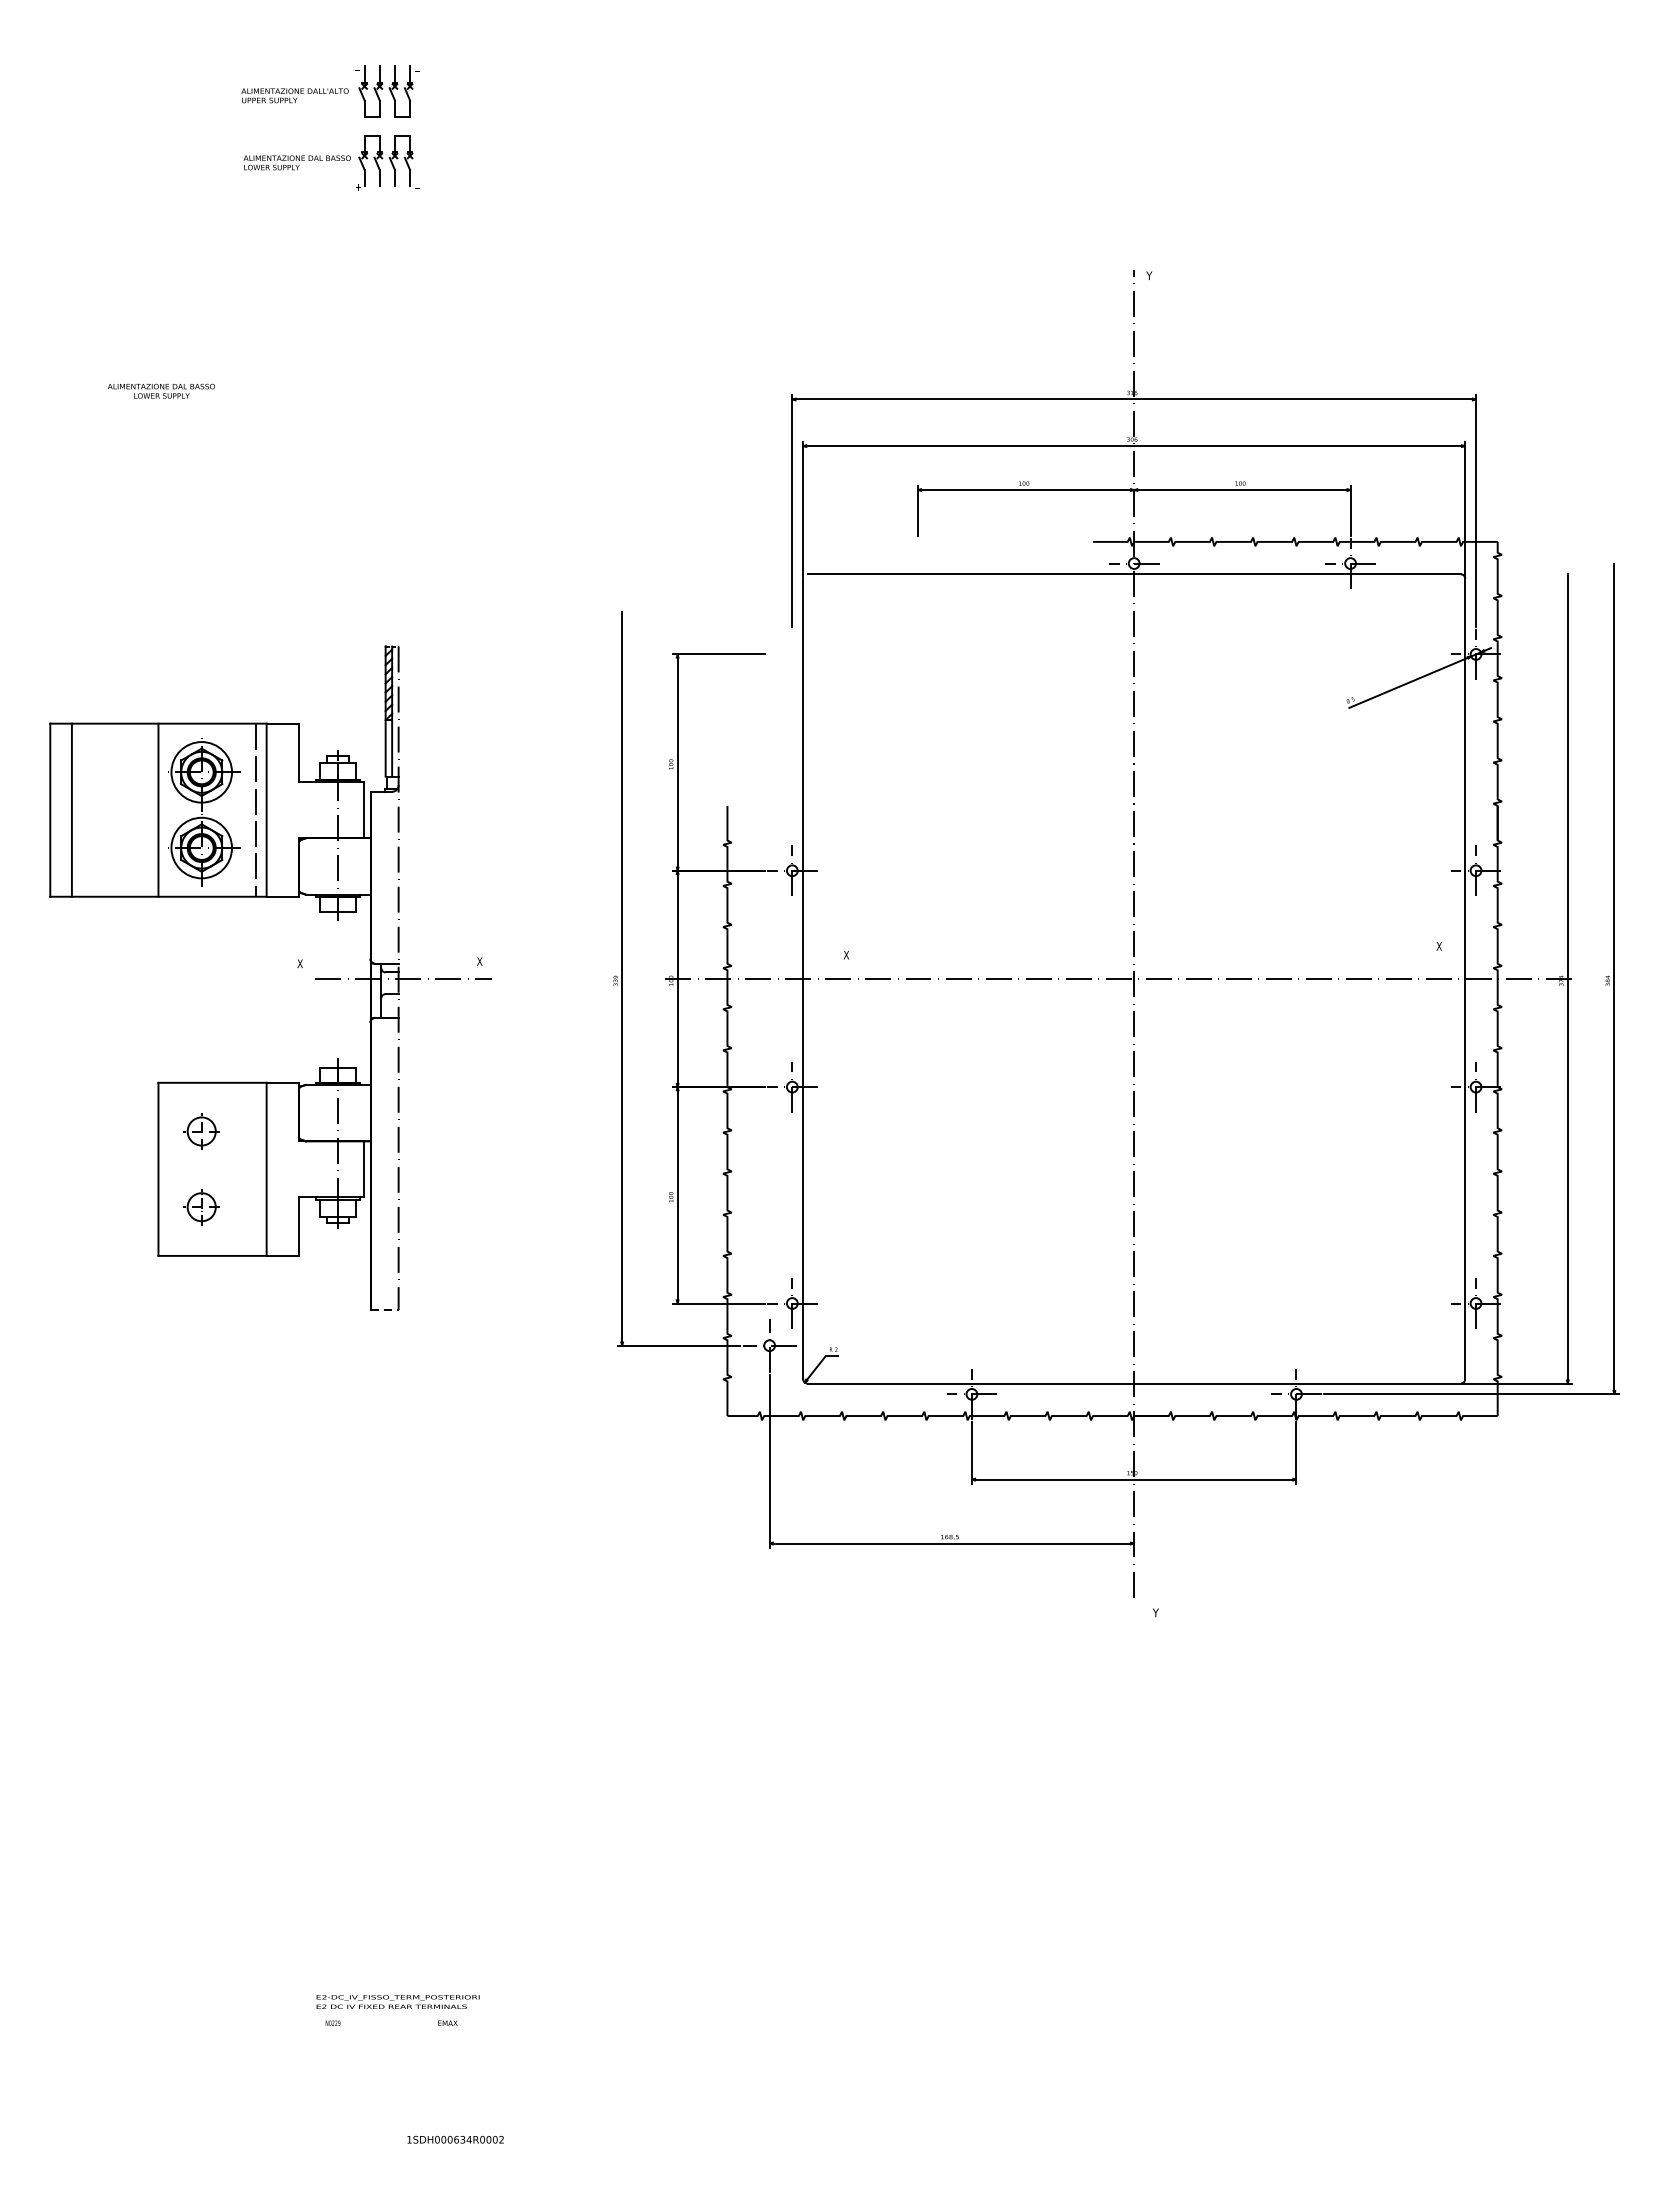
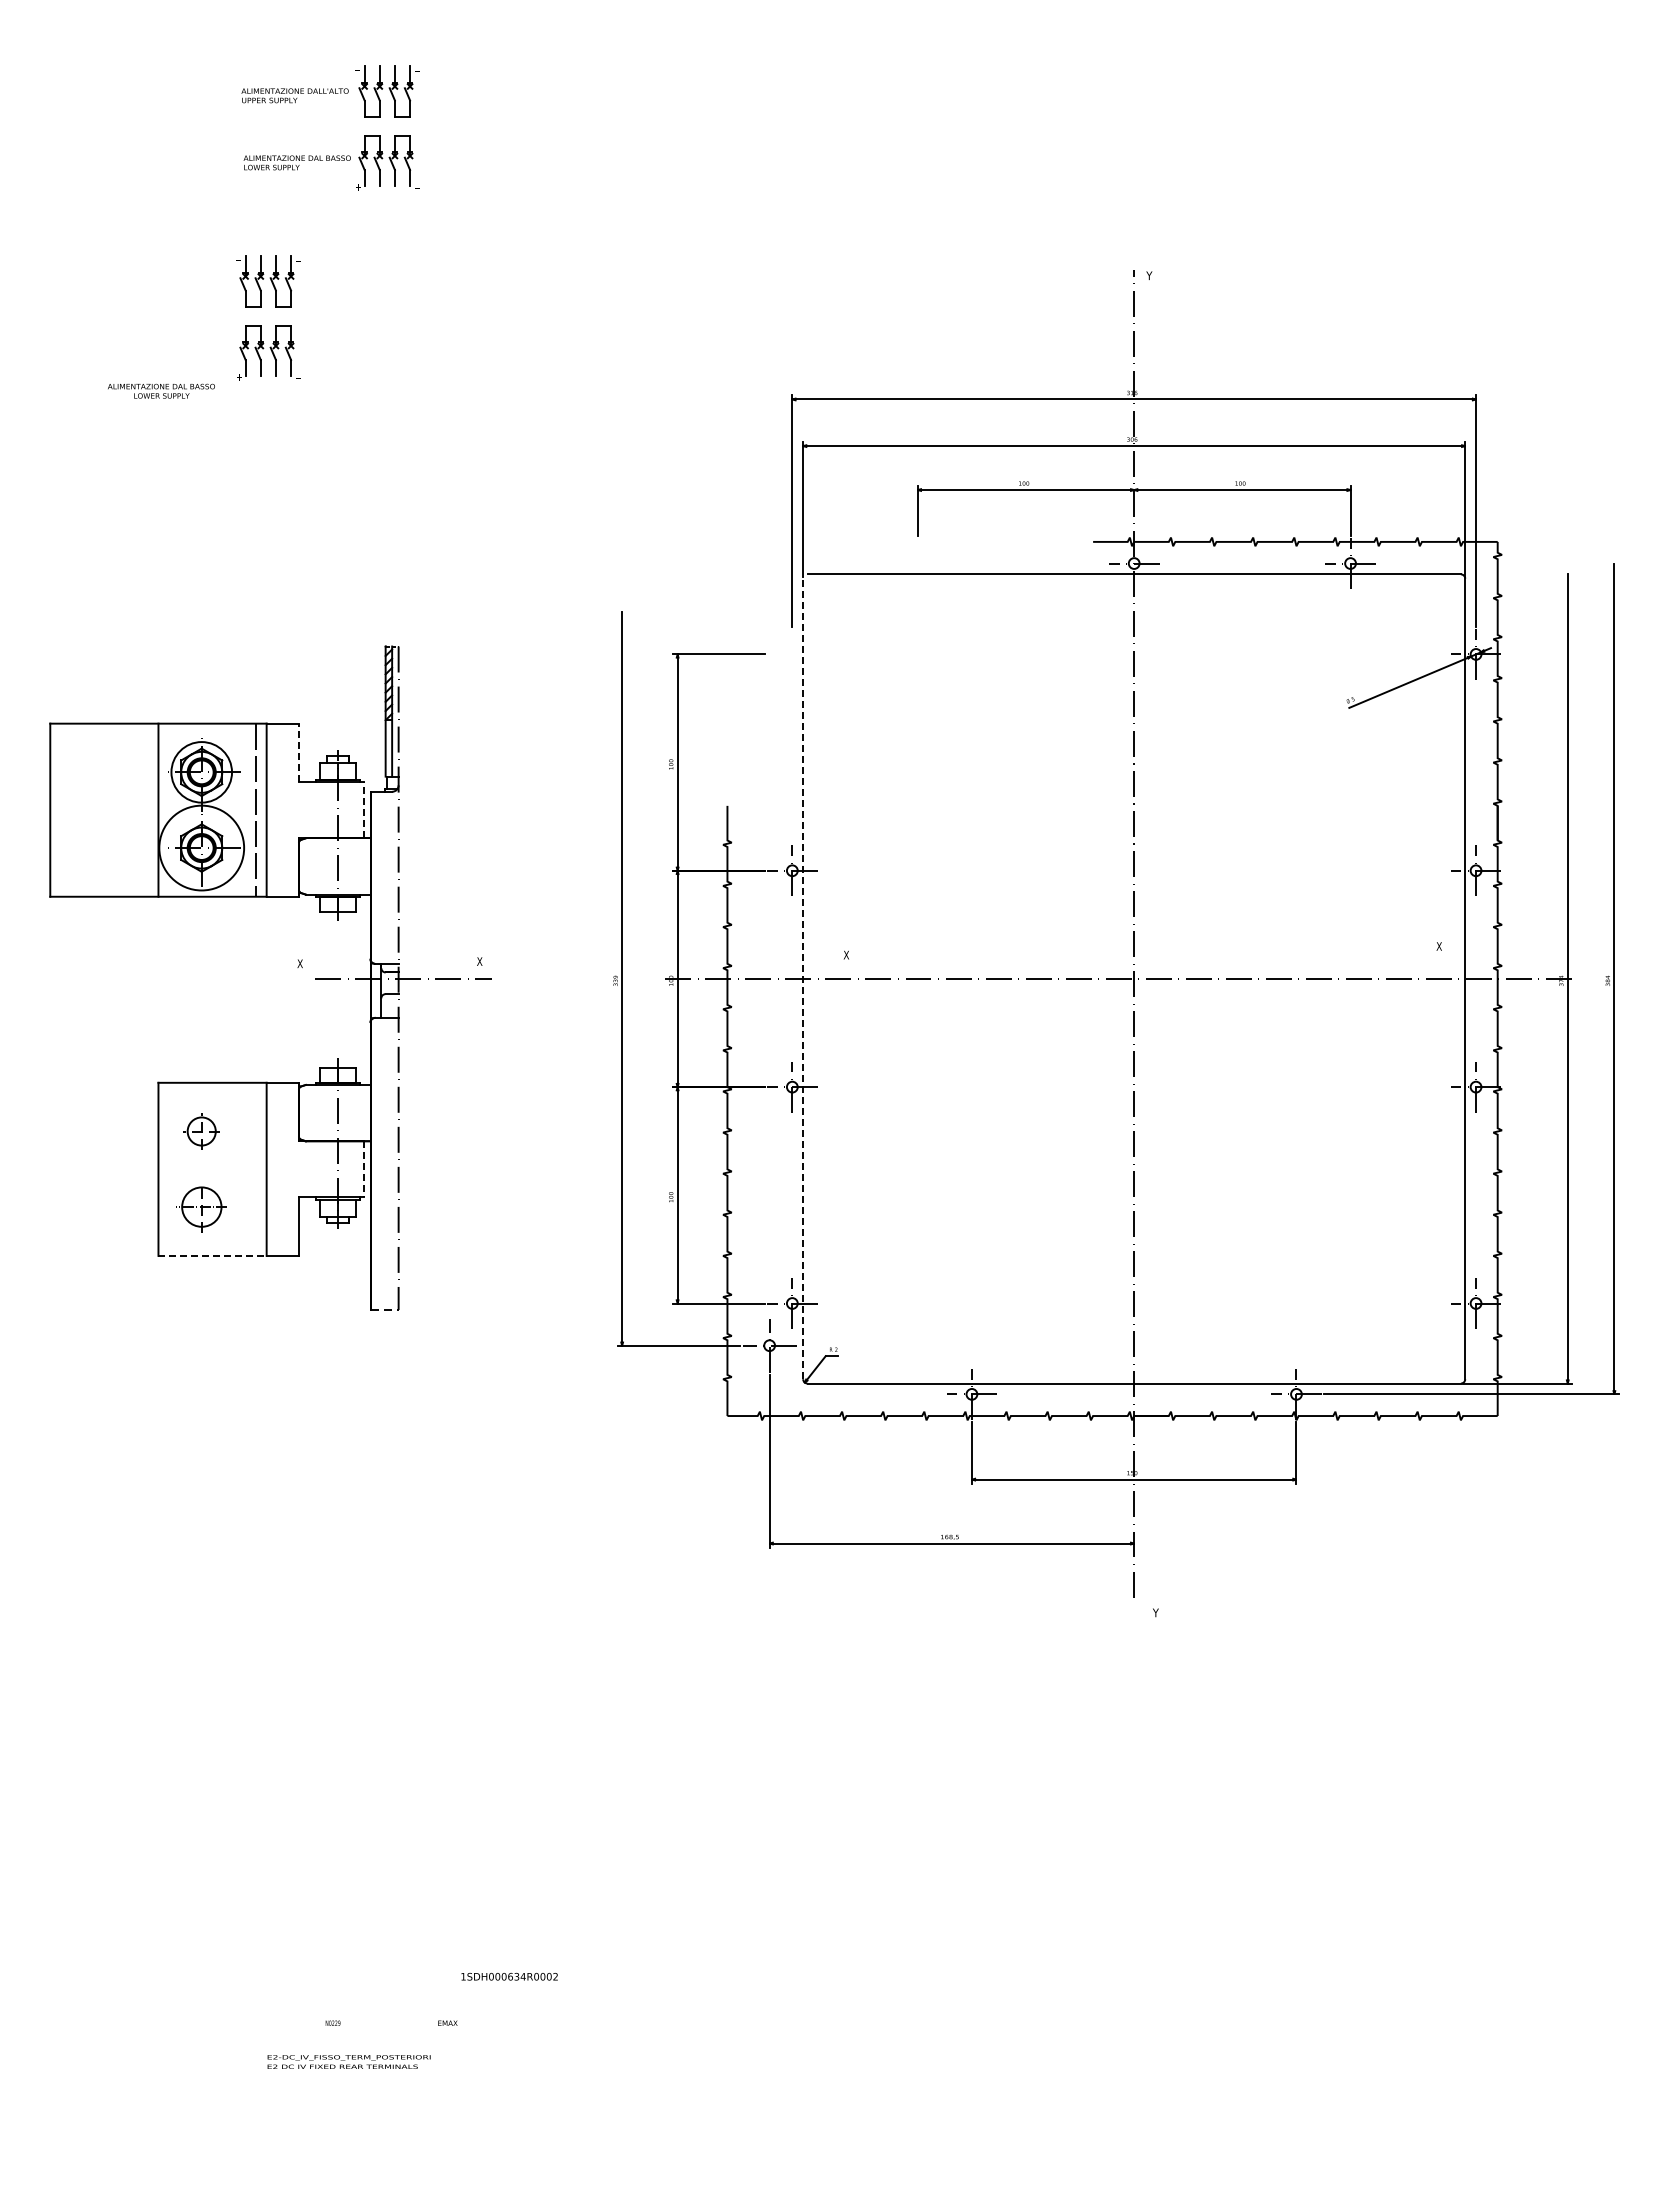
part at (261, 325): none -> present
line at (299, 752): solid -> dashed
line at (71, 809): present -> none
line at (364, 809): solid -> dashed
circle at (201, 847) diameter: 61 px -> 85 px
line at (803, 978): solid -> dashed
line at (364, 1169): solid -> dashed
part at (201, 1207) size: 37x37 px -> 51x47 px
line at (213, 1255): solid -> dashed
text at (397, 2001) position: (397, 2001) -> (348, 2061)
text at (455, 2139) position: (455, 2139) -> (509, 1976)
